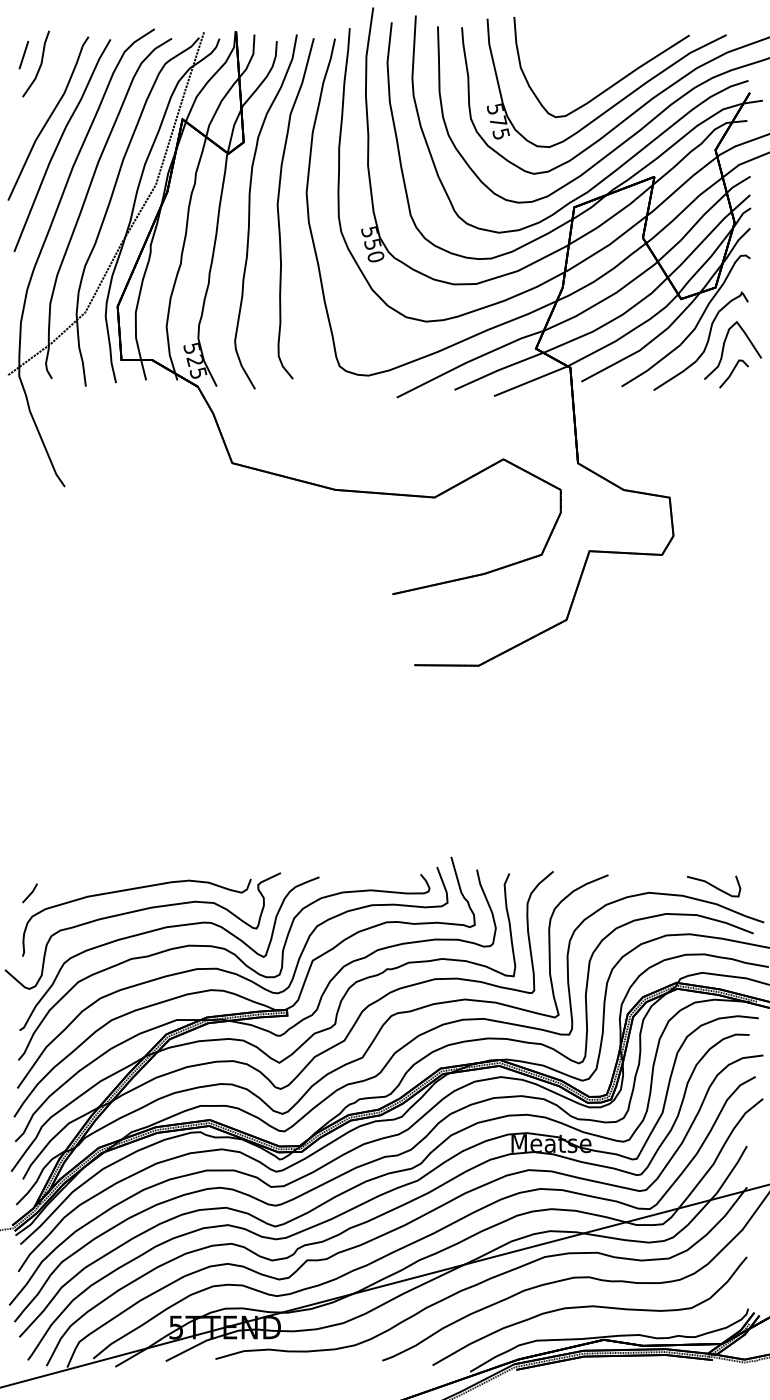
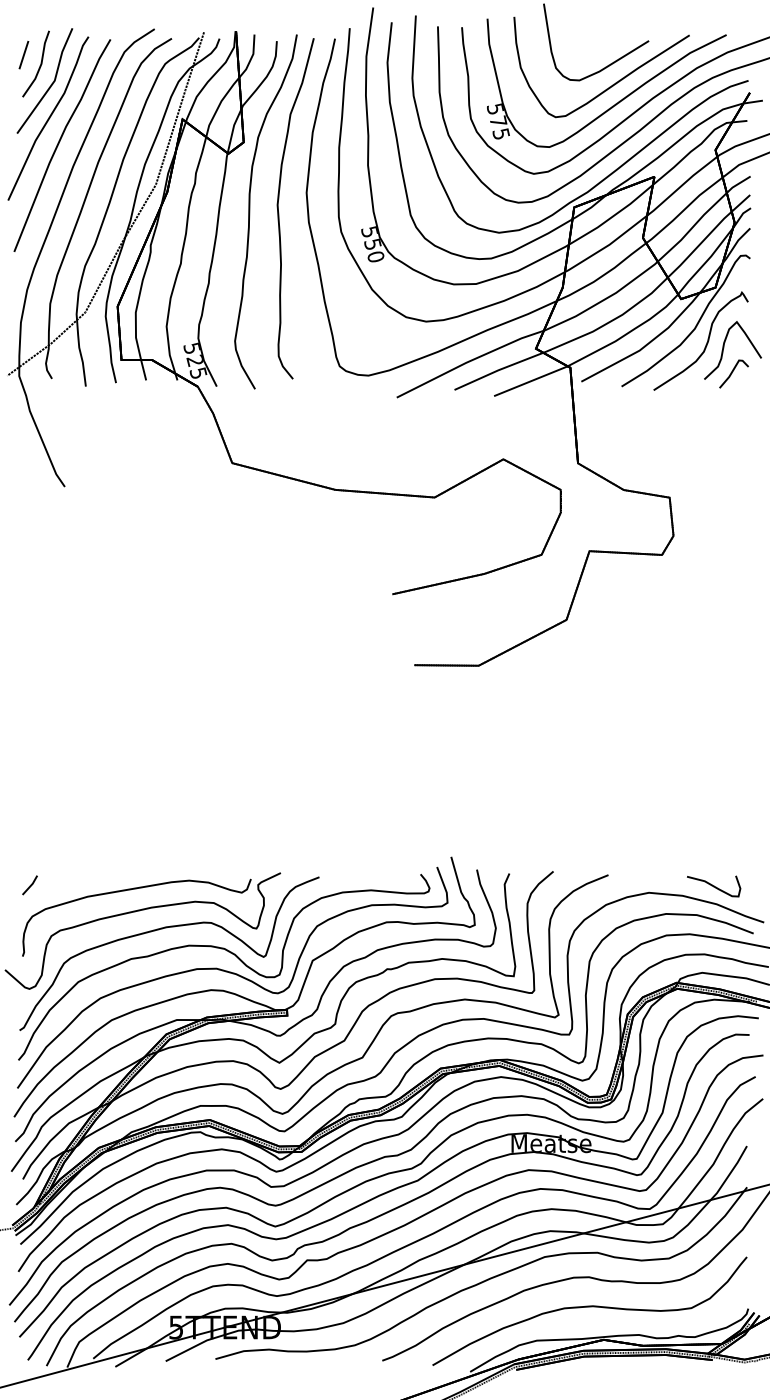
part at (608, 64): none -> present
part at (50, 84): none -> present
line at (29, 893) position: (29, 893) -> (29, 885)
